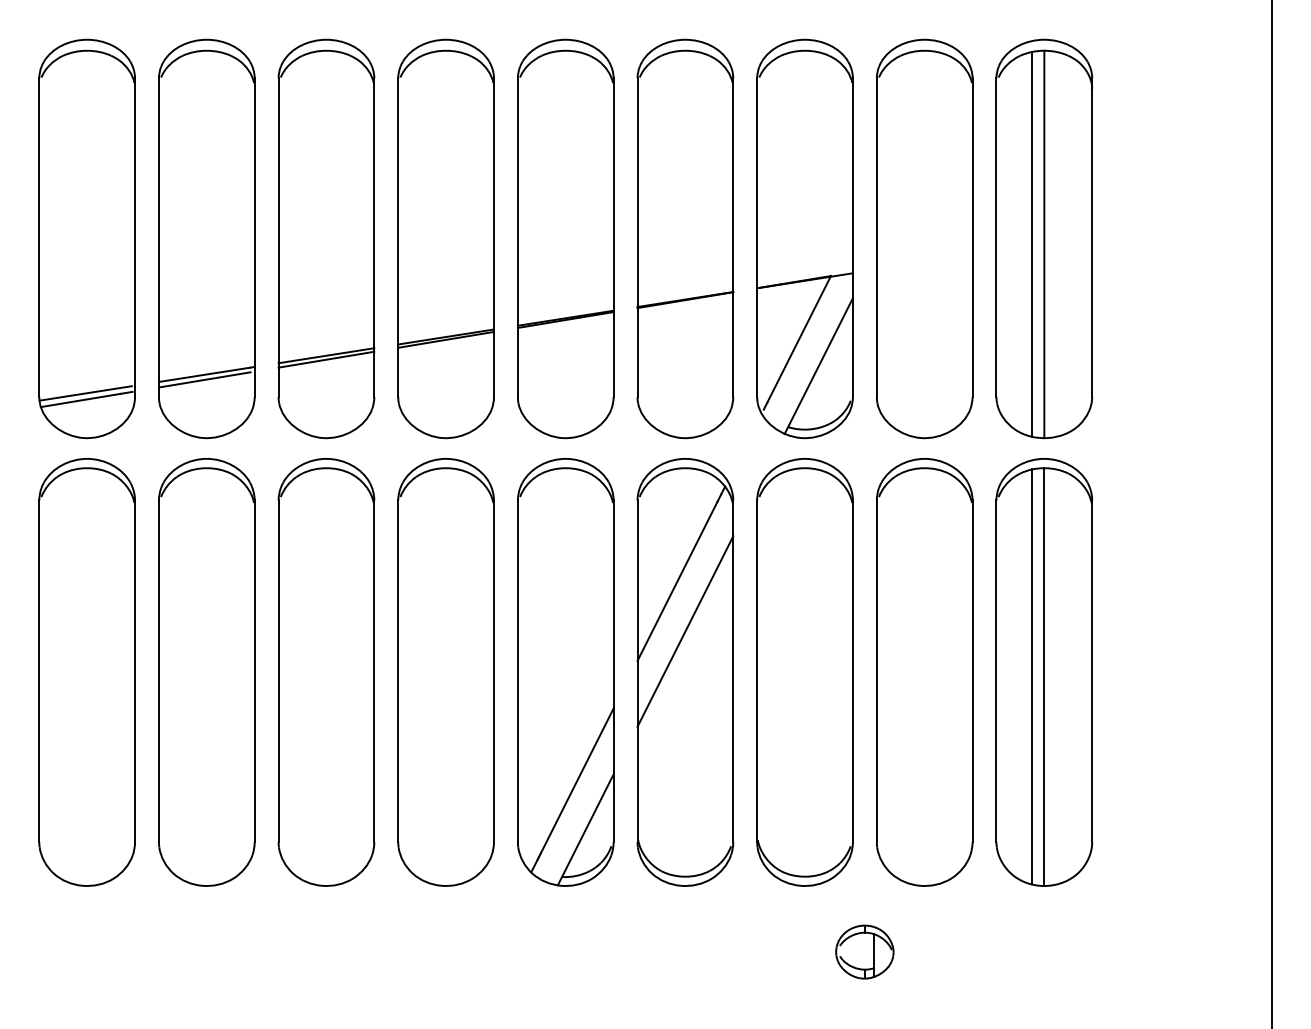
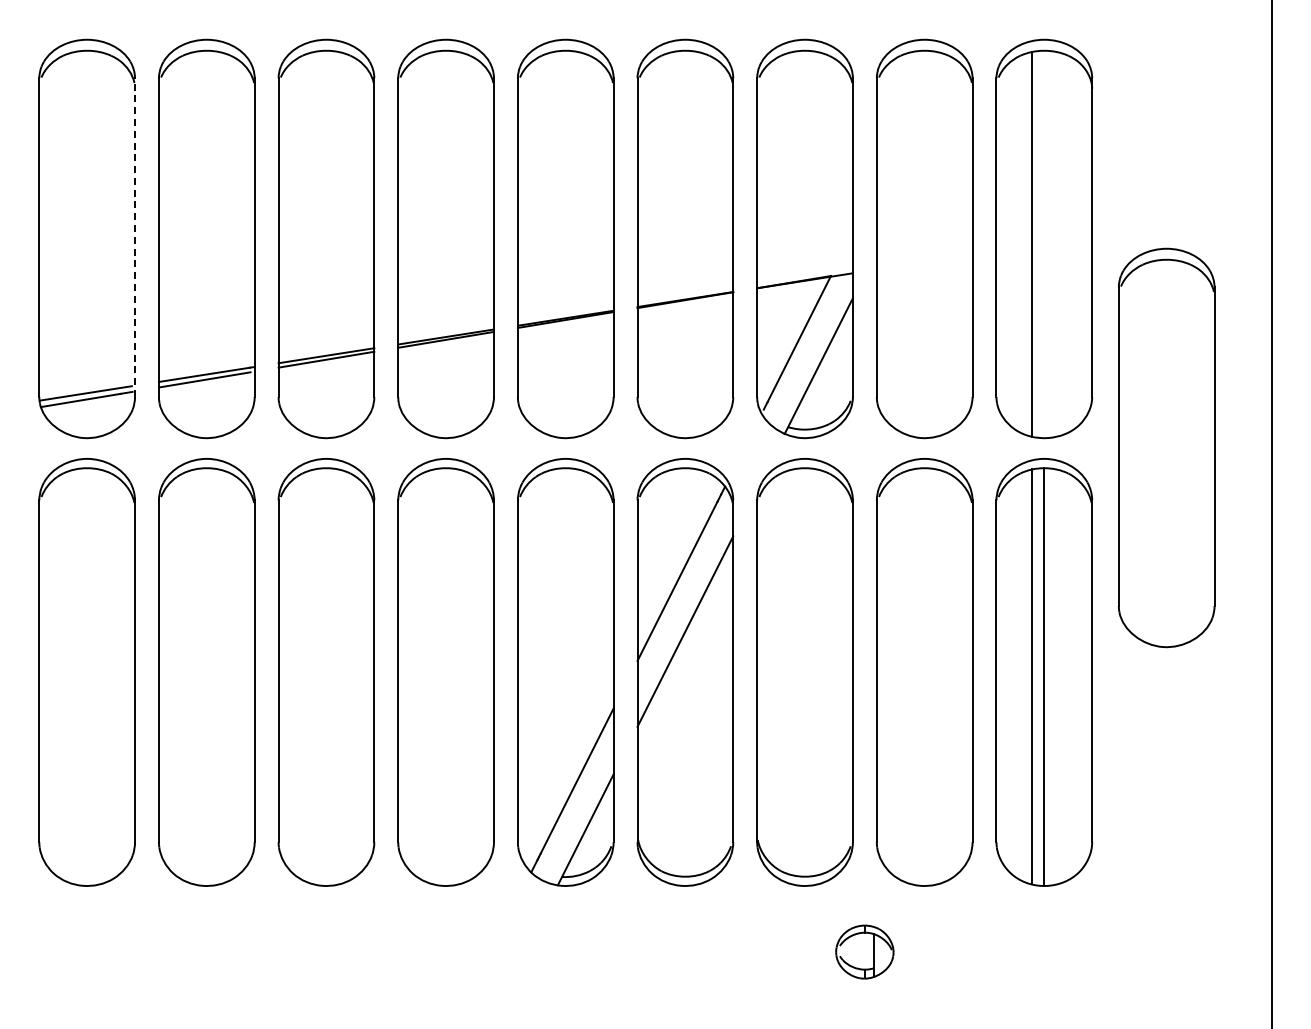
line at (135, 237): solid -> dashed
line at (1044, 243): present -> none
part at (1166, 447): none -> present
